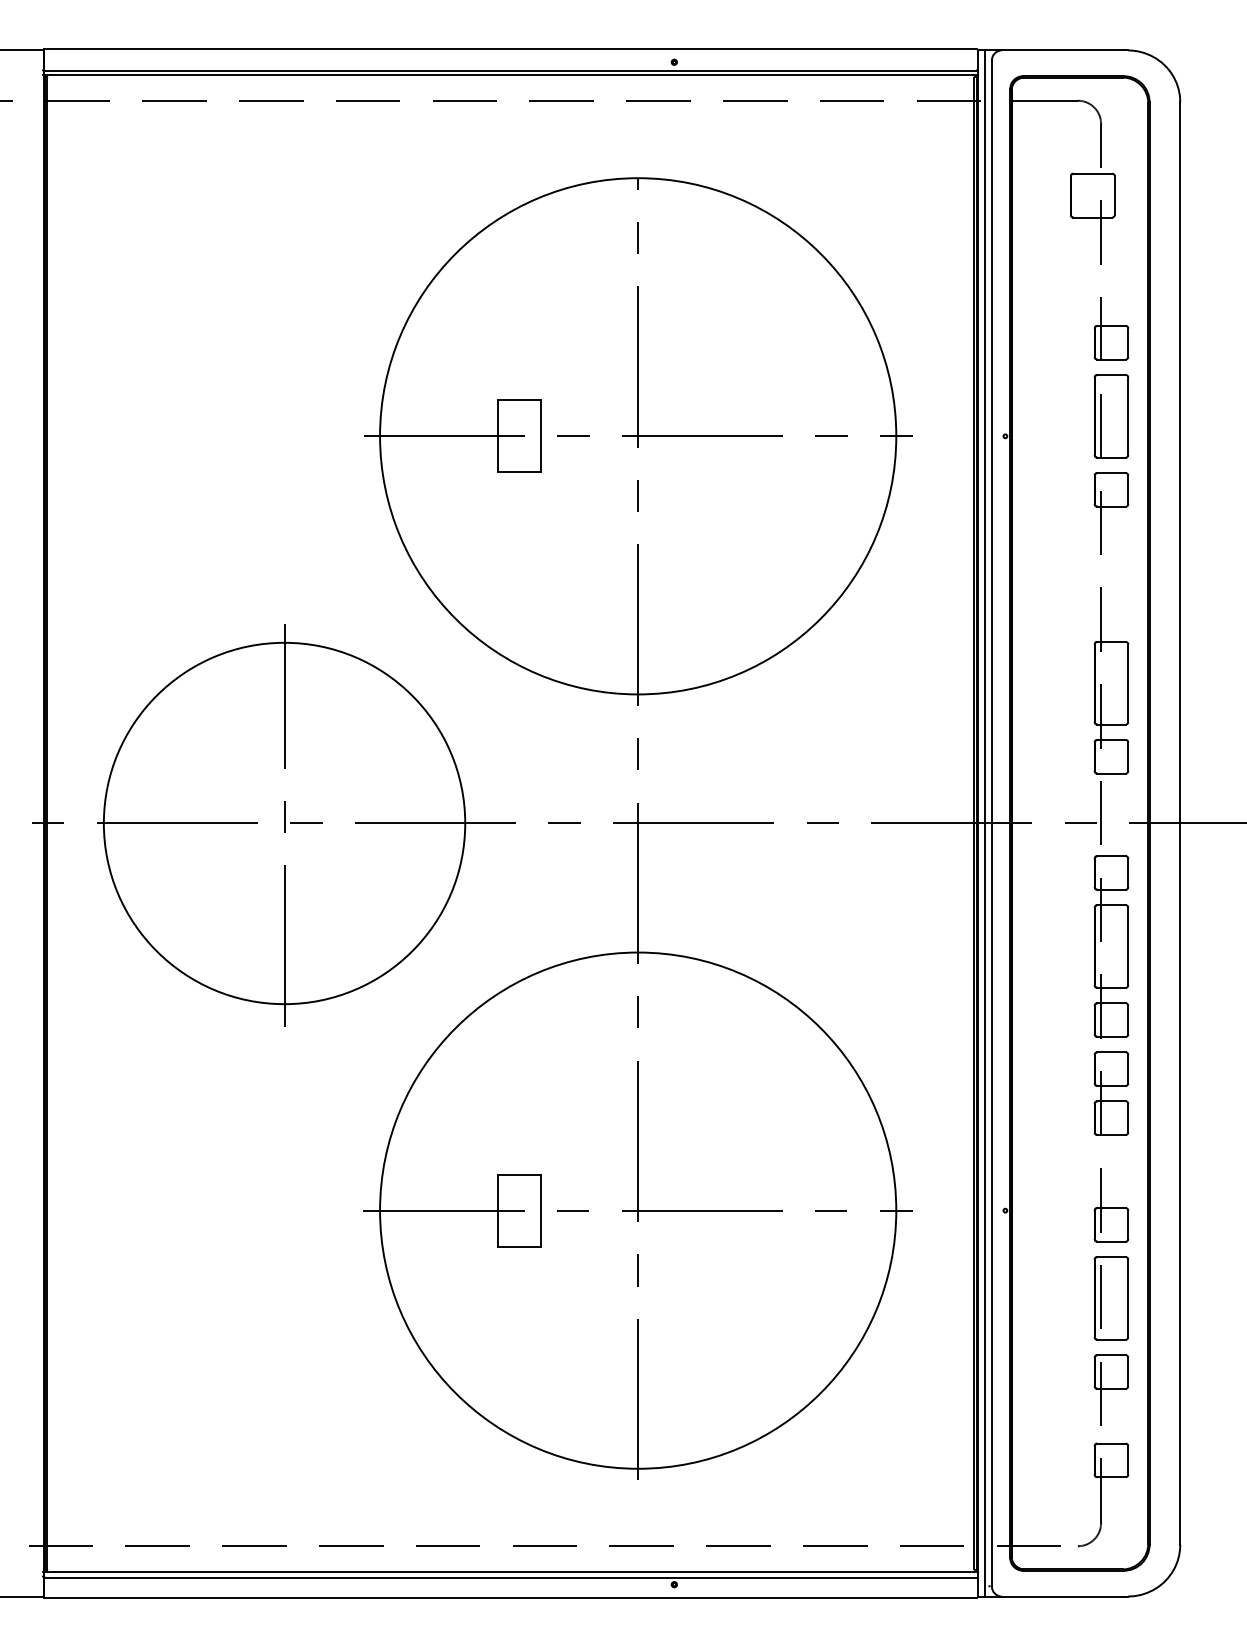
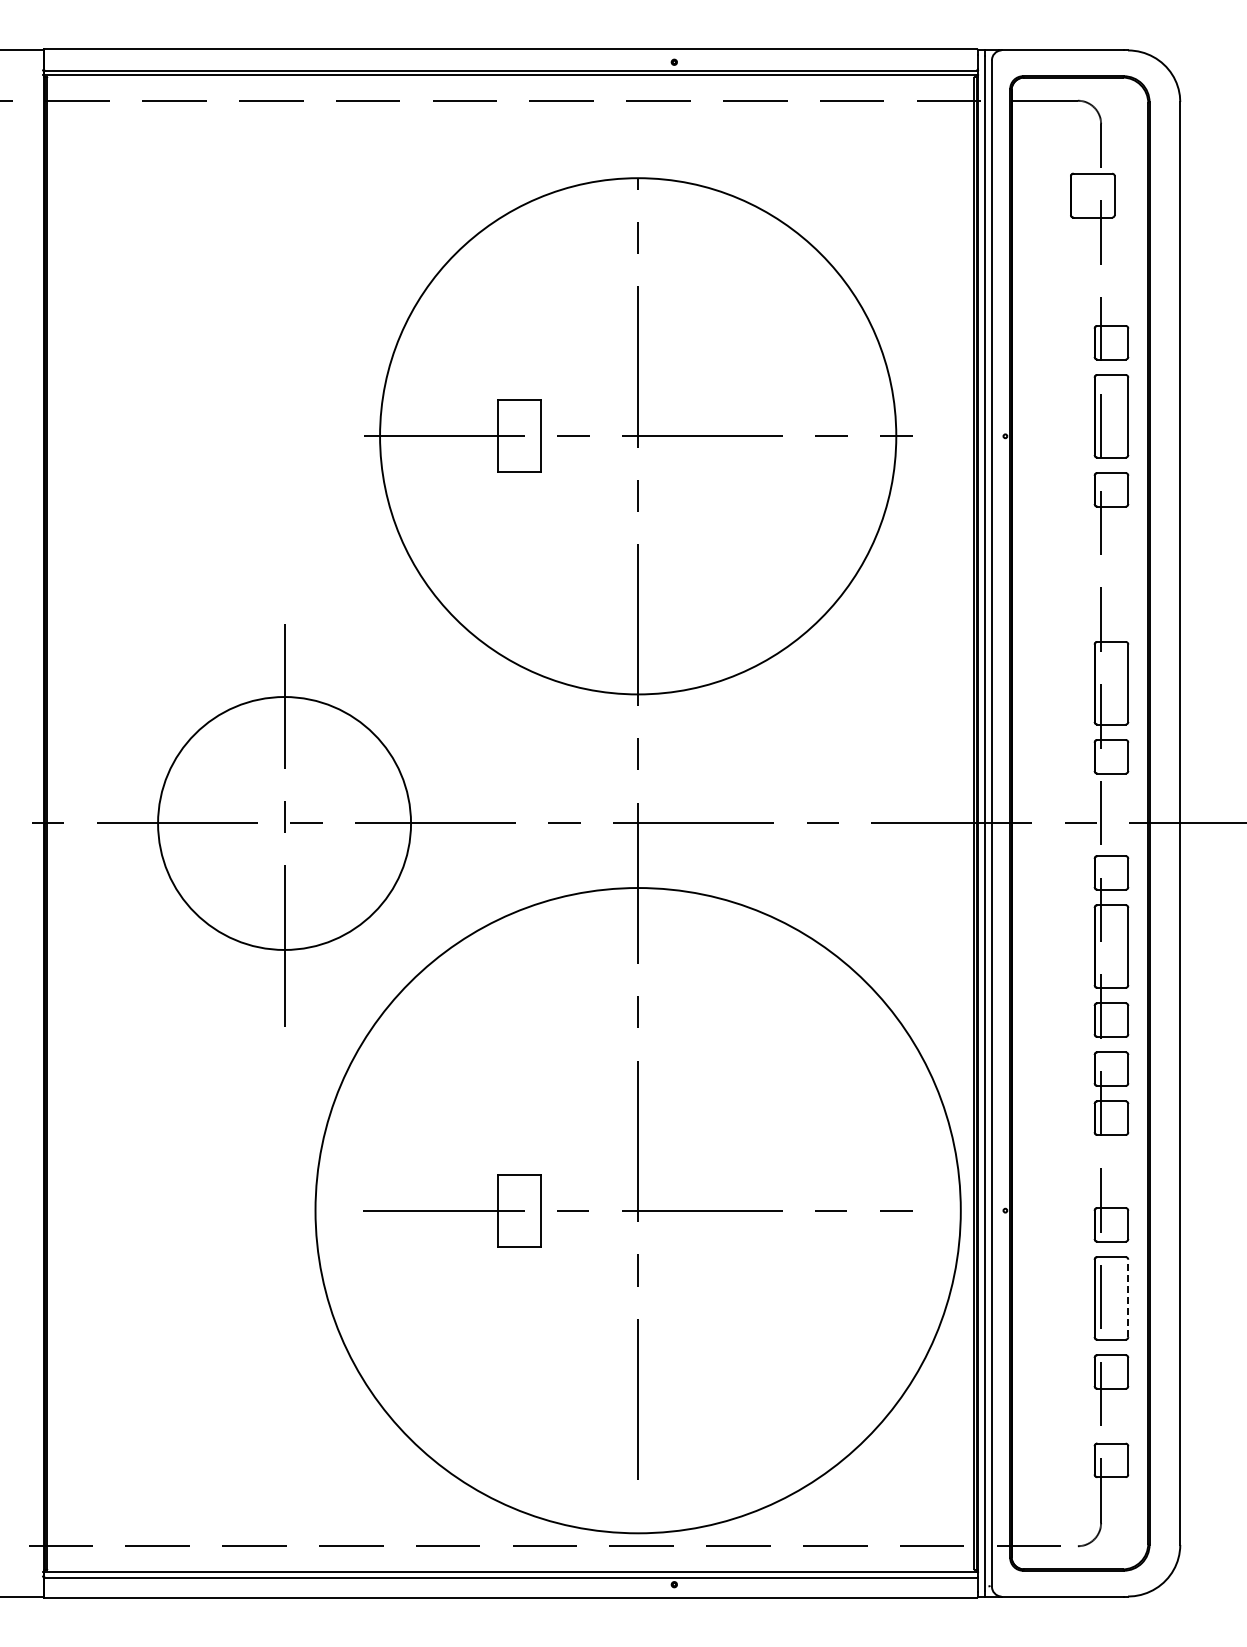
circle at (284, 823) diameter: 361 px -> 253 px
circle at (638, 1210) diameter: 516 px -> 645 px
line at (1128, 1298): solid -> dashed
